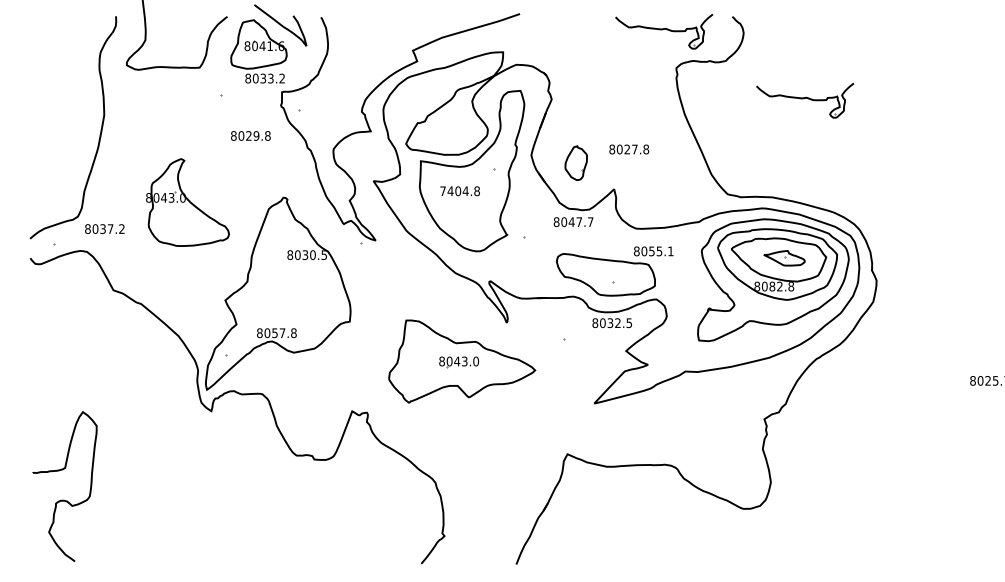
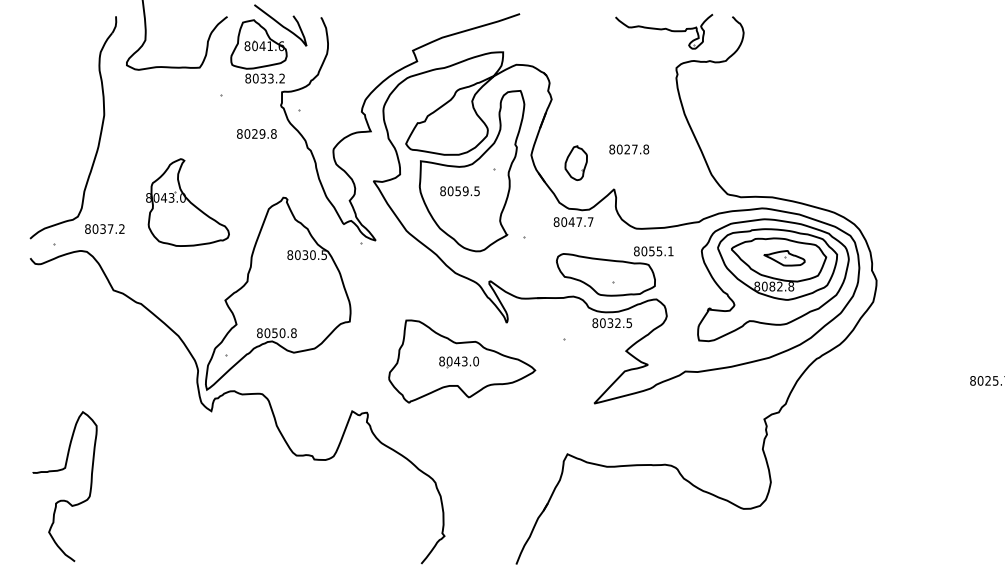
part at (805, 100): present -> none
text at (250, 135) position: (250, 135) -> (256, 133)
text at (459, 191): 7404.8 -> 8059.5
text at (282, 333): 8057.8 -> 8050.8
